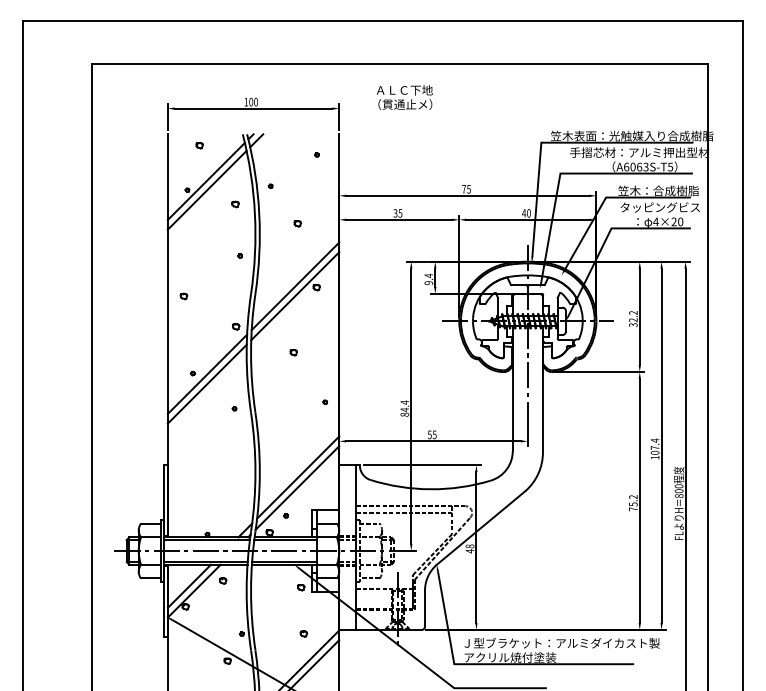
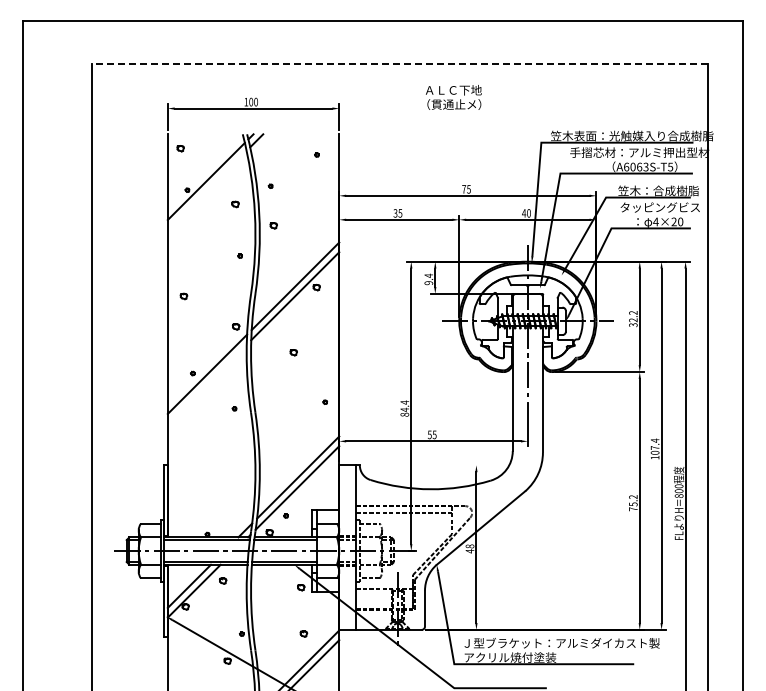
line at (399, 64): solid -> dashed
text at (404, 97) position: (404, 97) -> (453, 97)
part at (199, 145) position: (199, 145) -> (180, 148)
line at (206, 189): present -> none
part at (297, 223) position: (297, 223) -> (273, 225)
line at (206, 383): present -> none
line at (422, 465): present -> none
